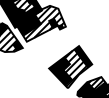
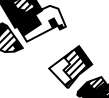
hatch at (44, 22): present -> none
fill at (60, 71): present -> none
